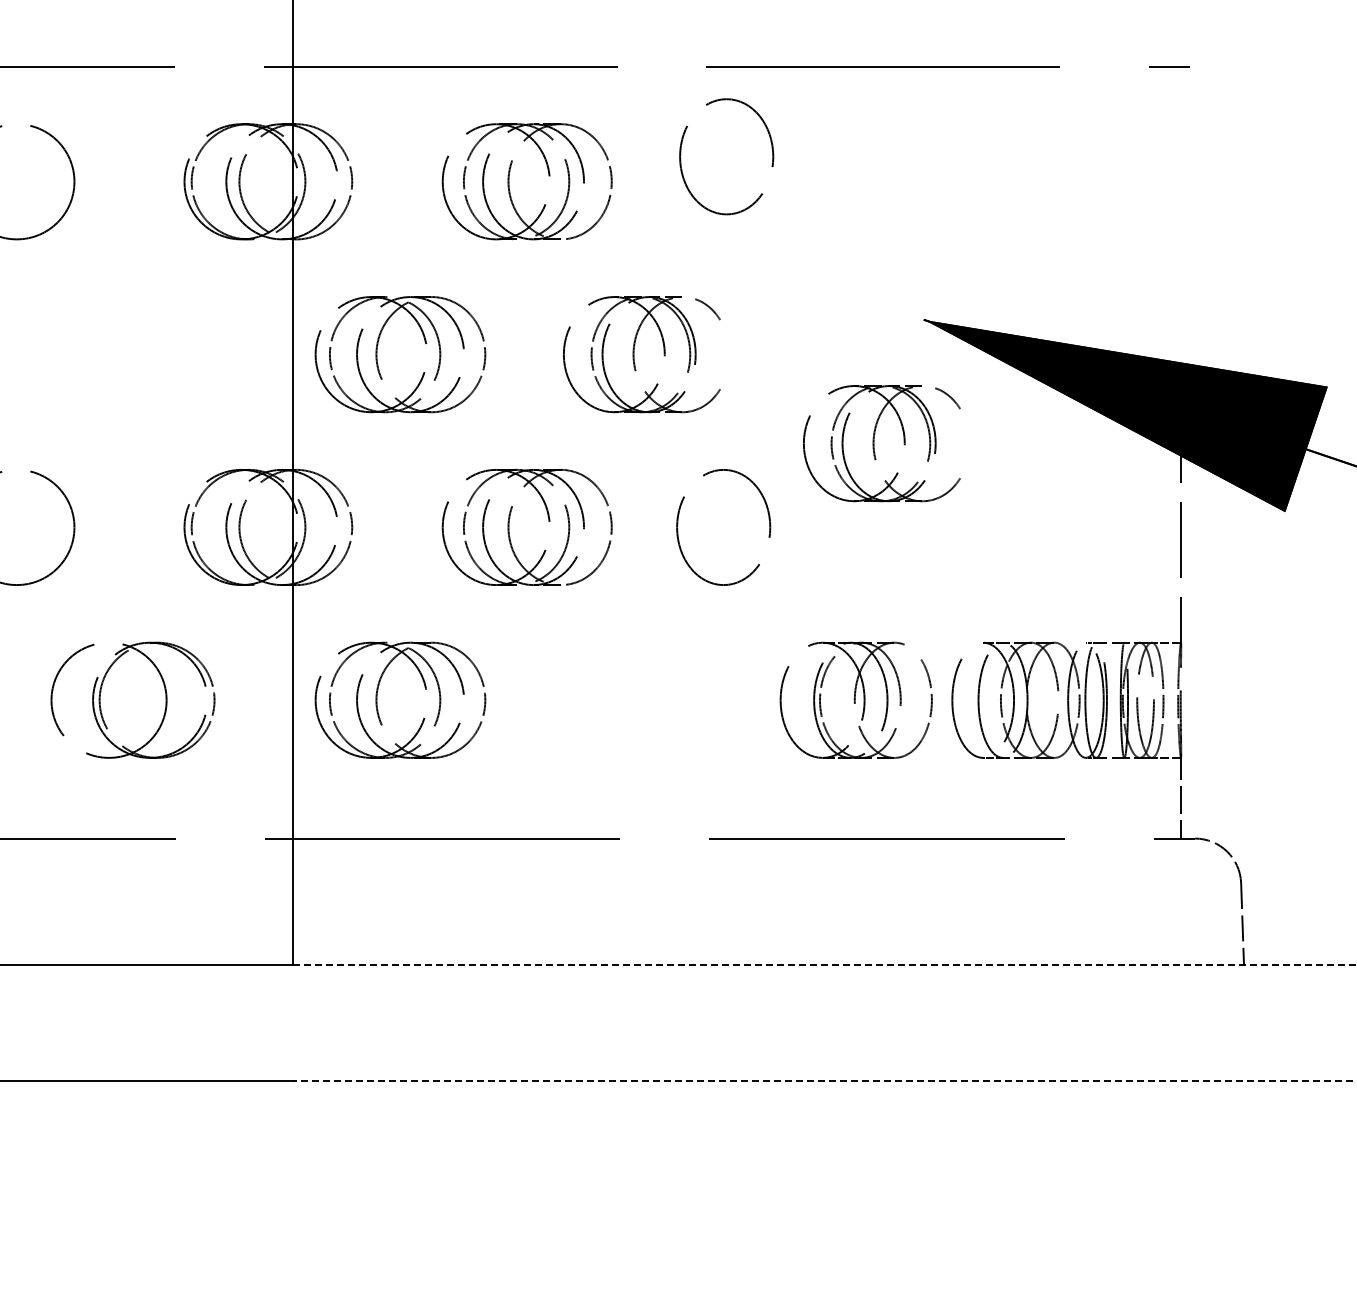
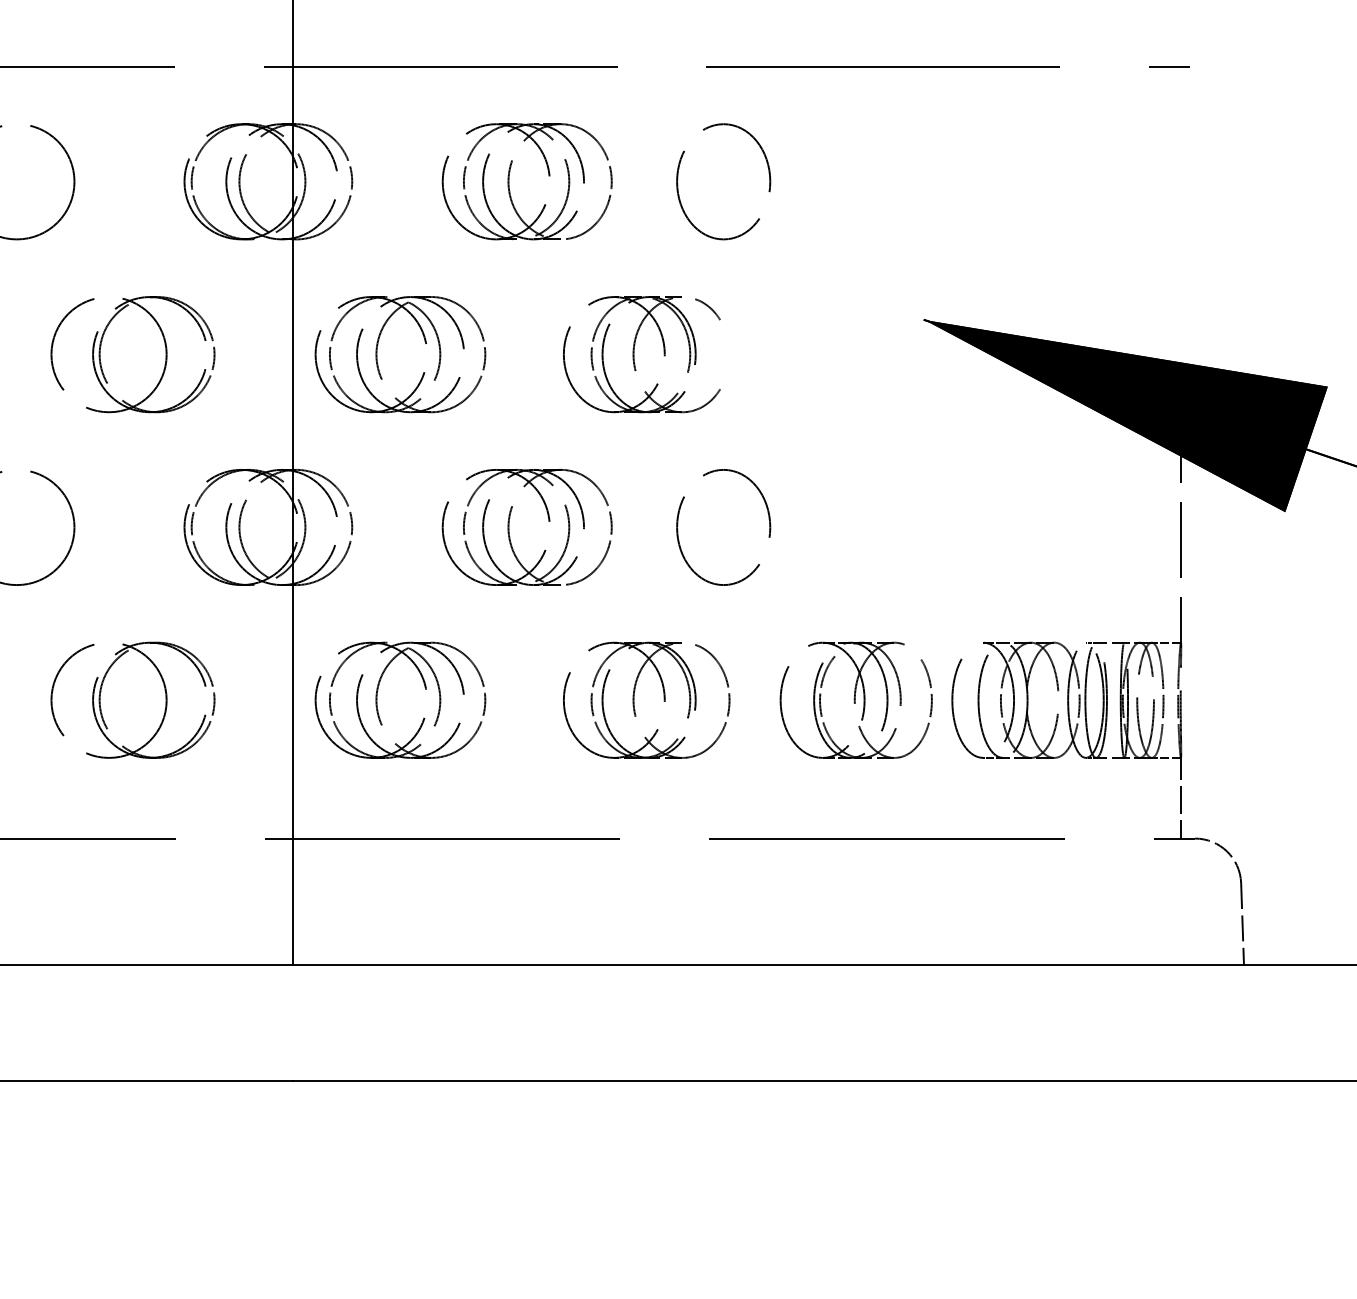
part at (681, 154) position: (681, 154) -> (678, 179)
part at (100, 354): none -> present
part at (874, 443): present -> none
part at (634, 699): none -> present
line at (825, 965): dashed -> solid
line at (824, 1080): dashed -> solid
